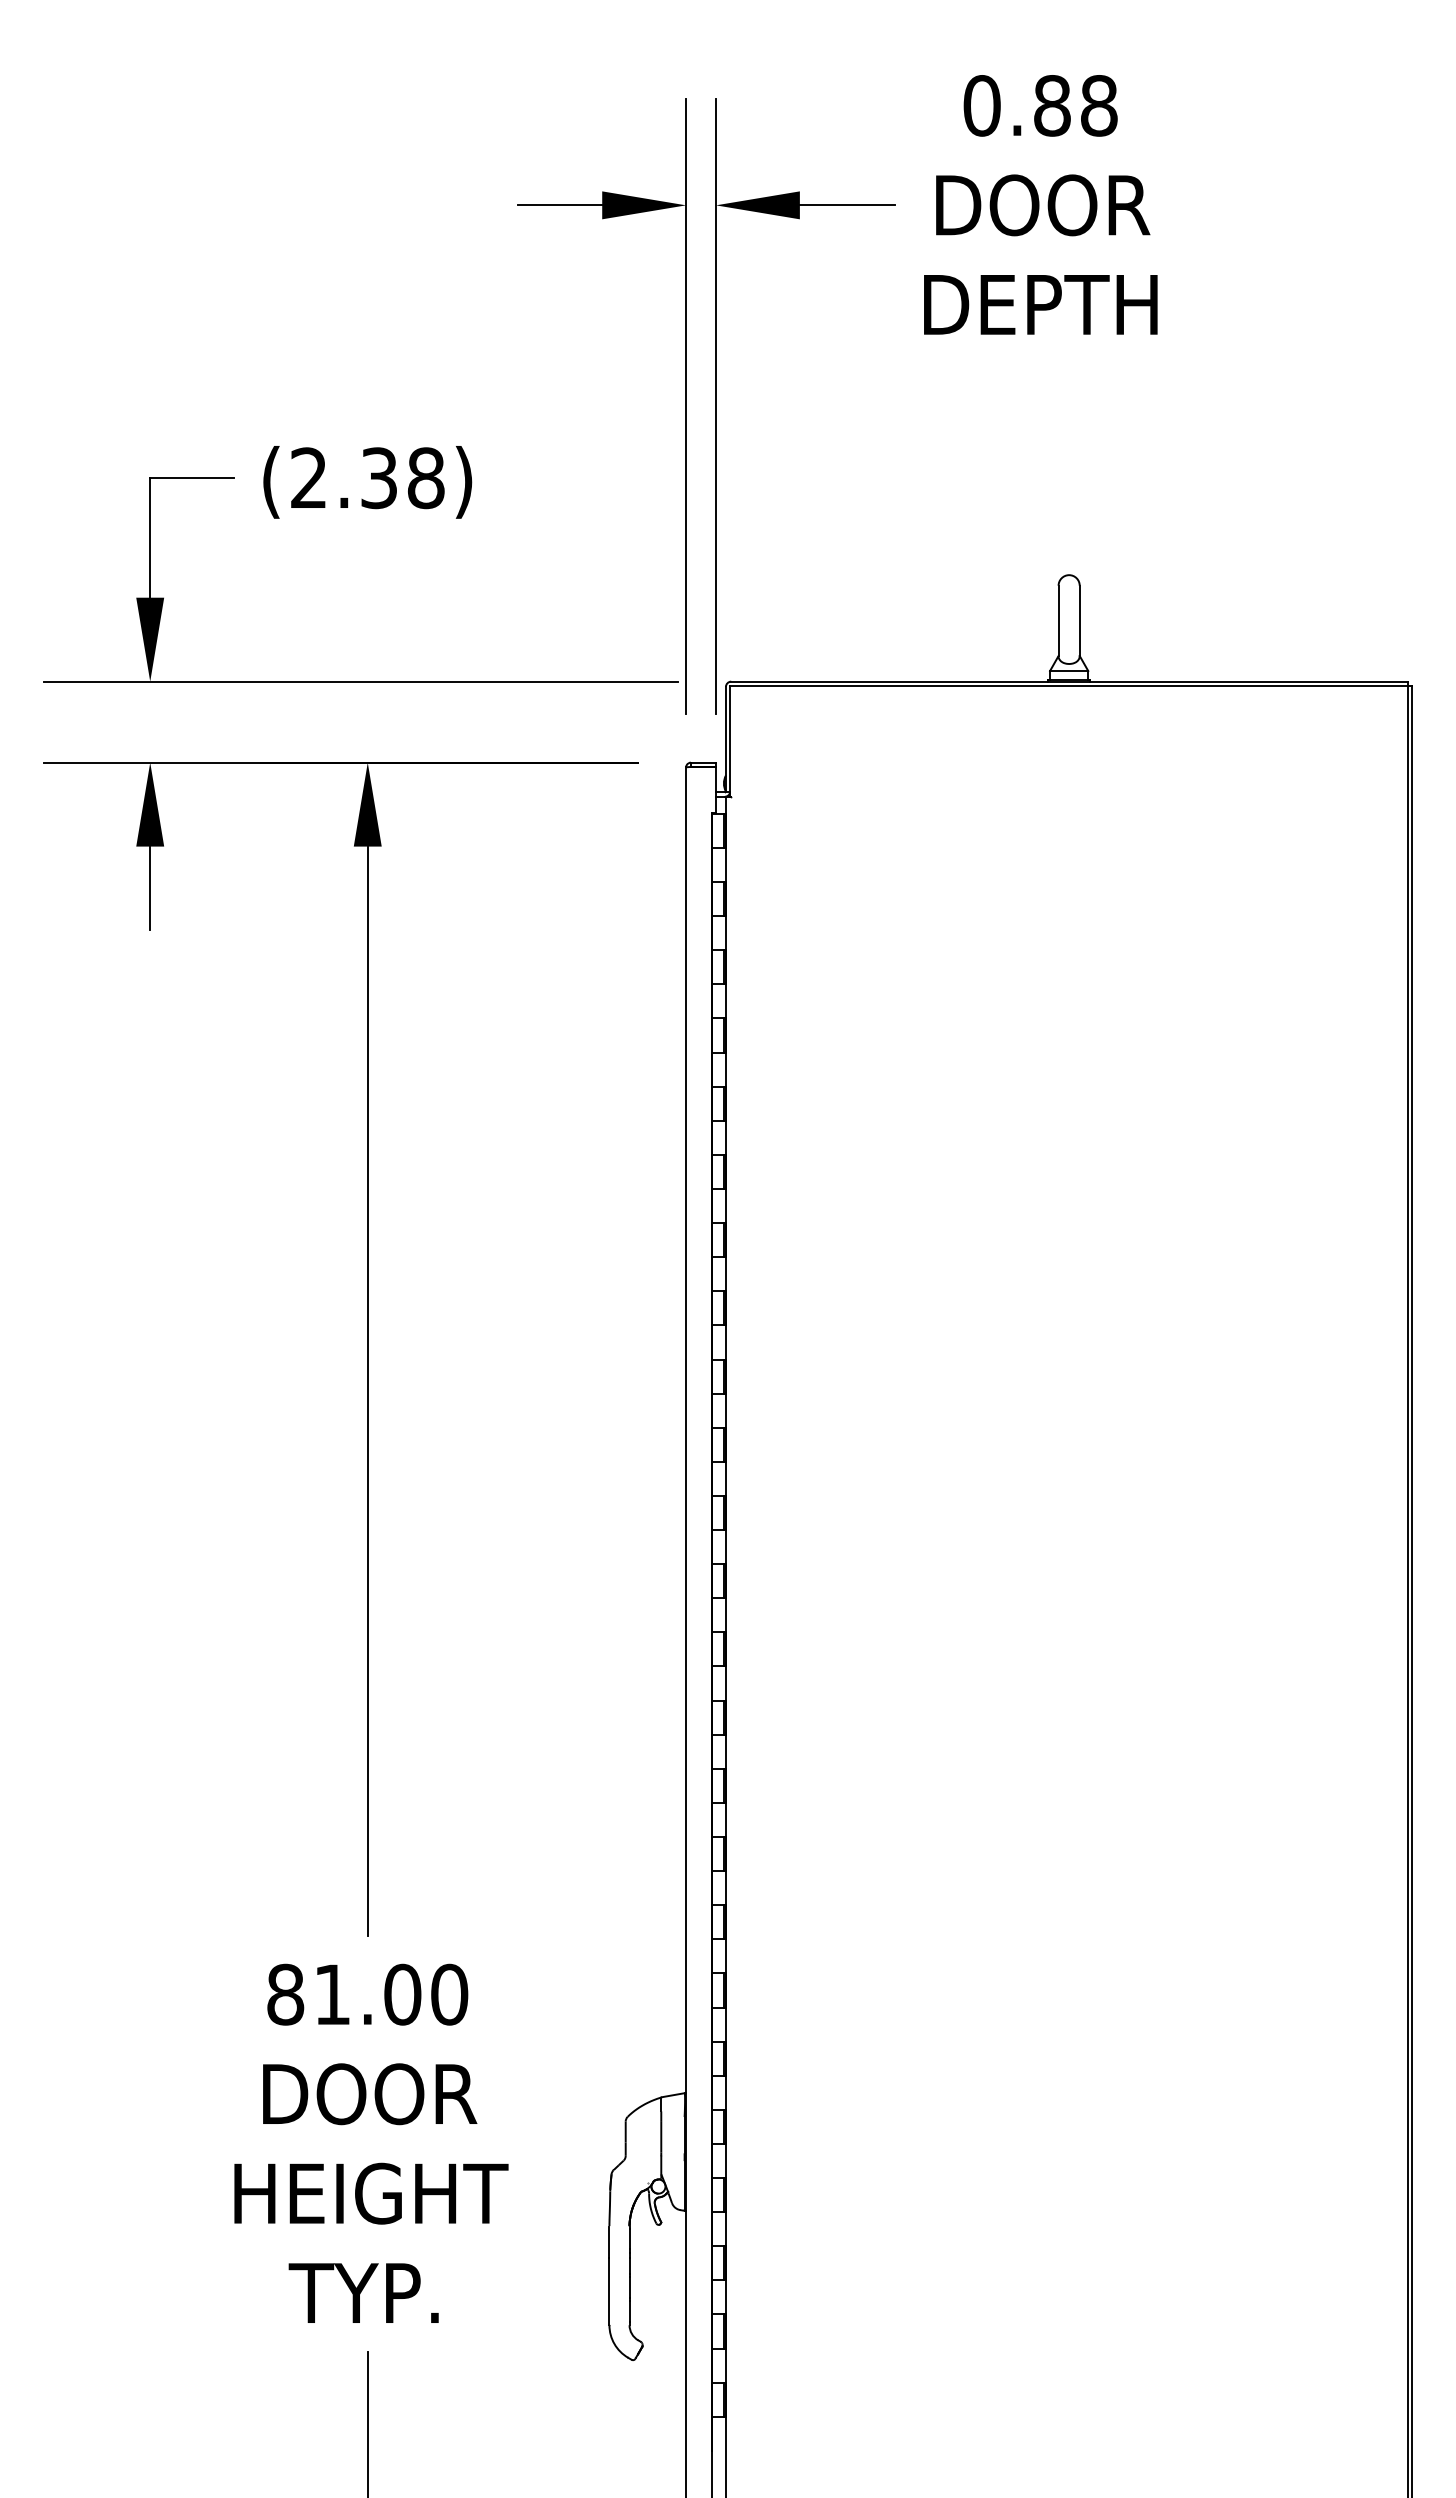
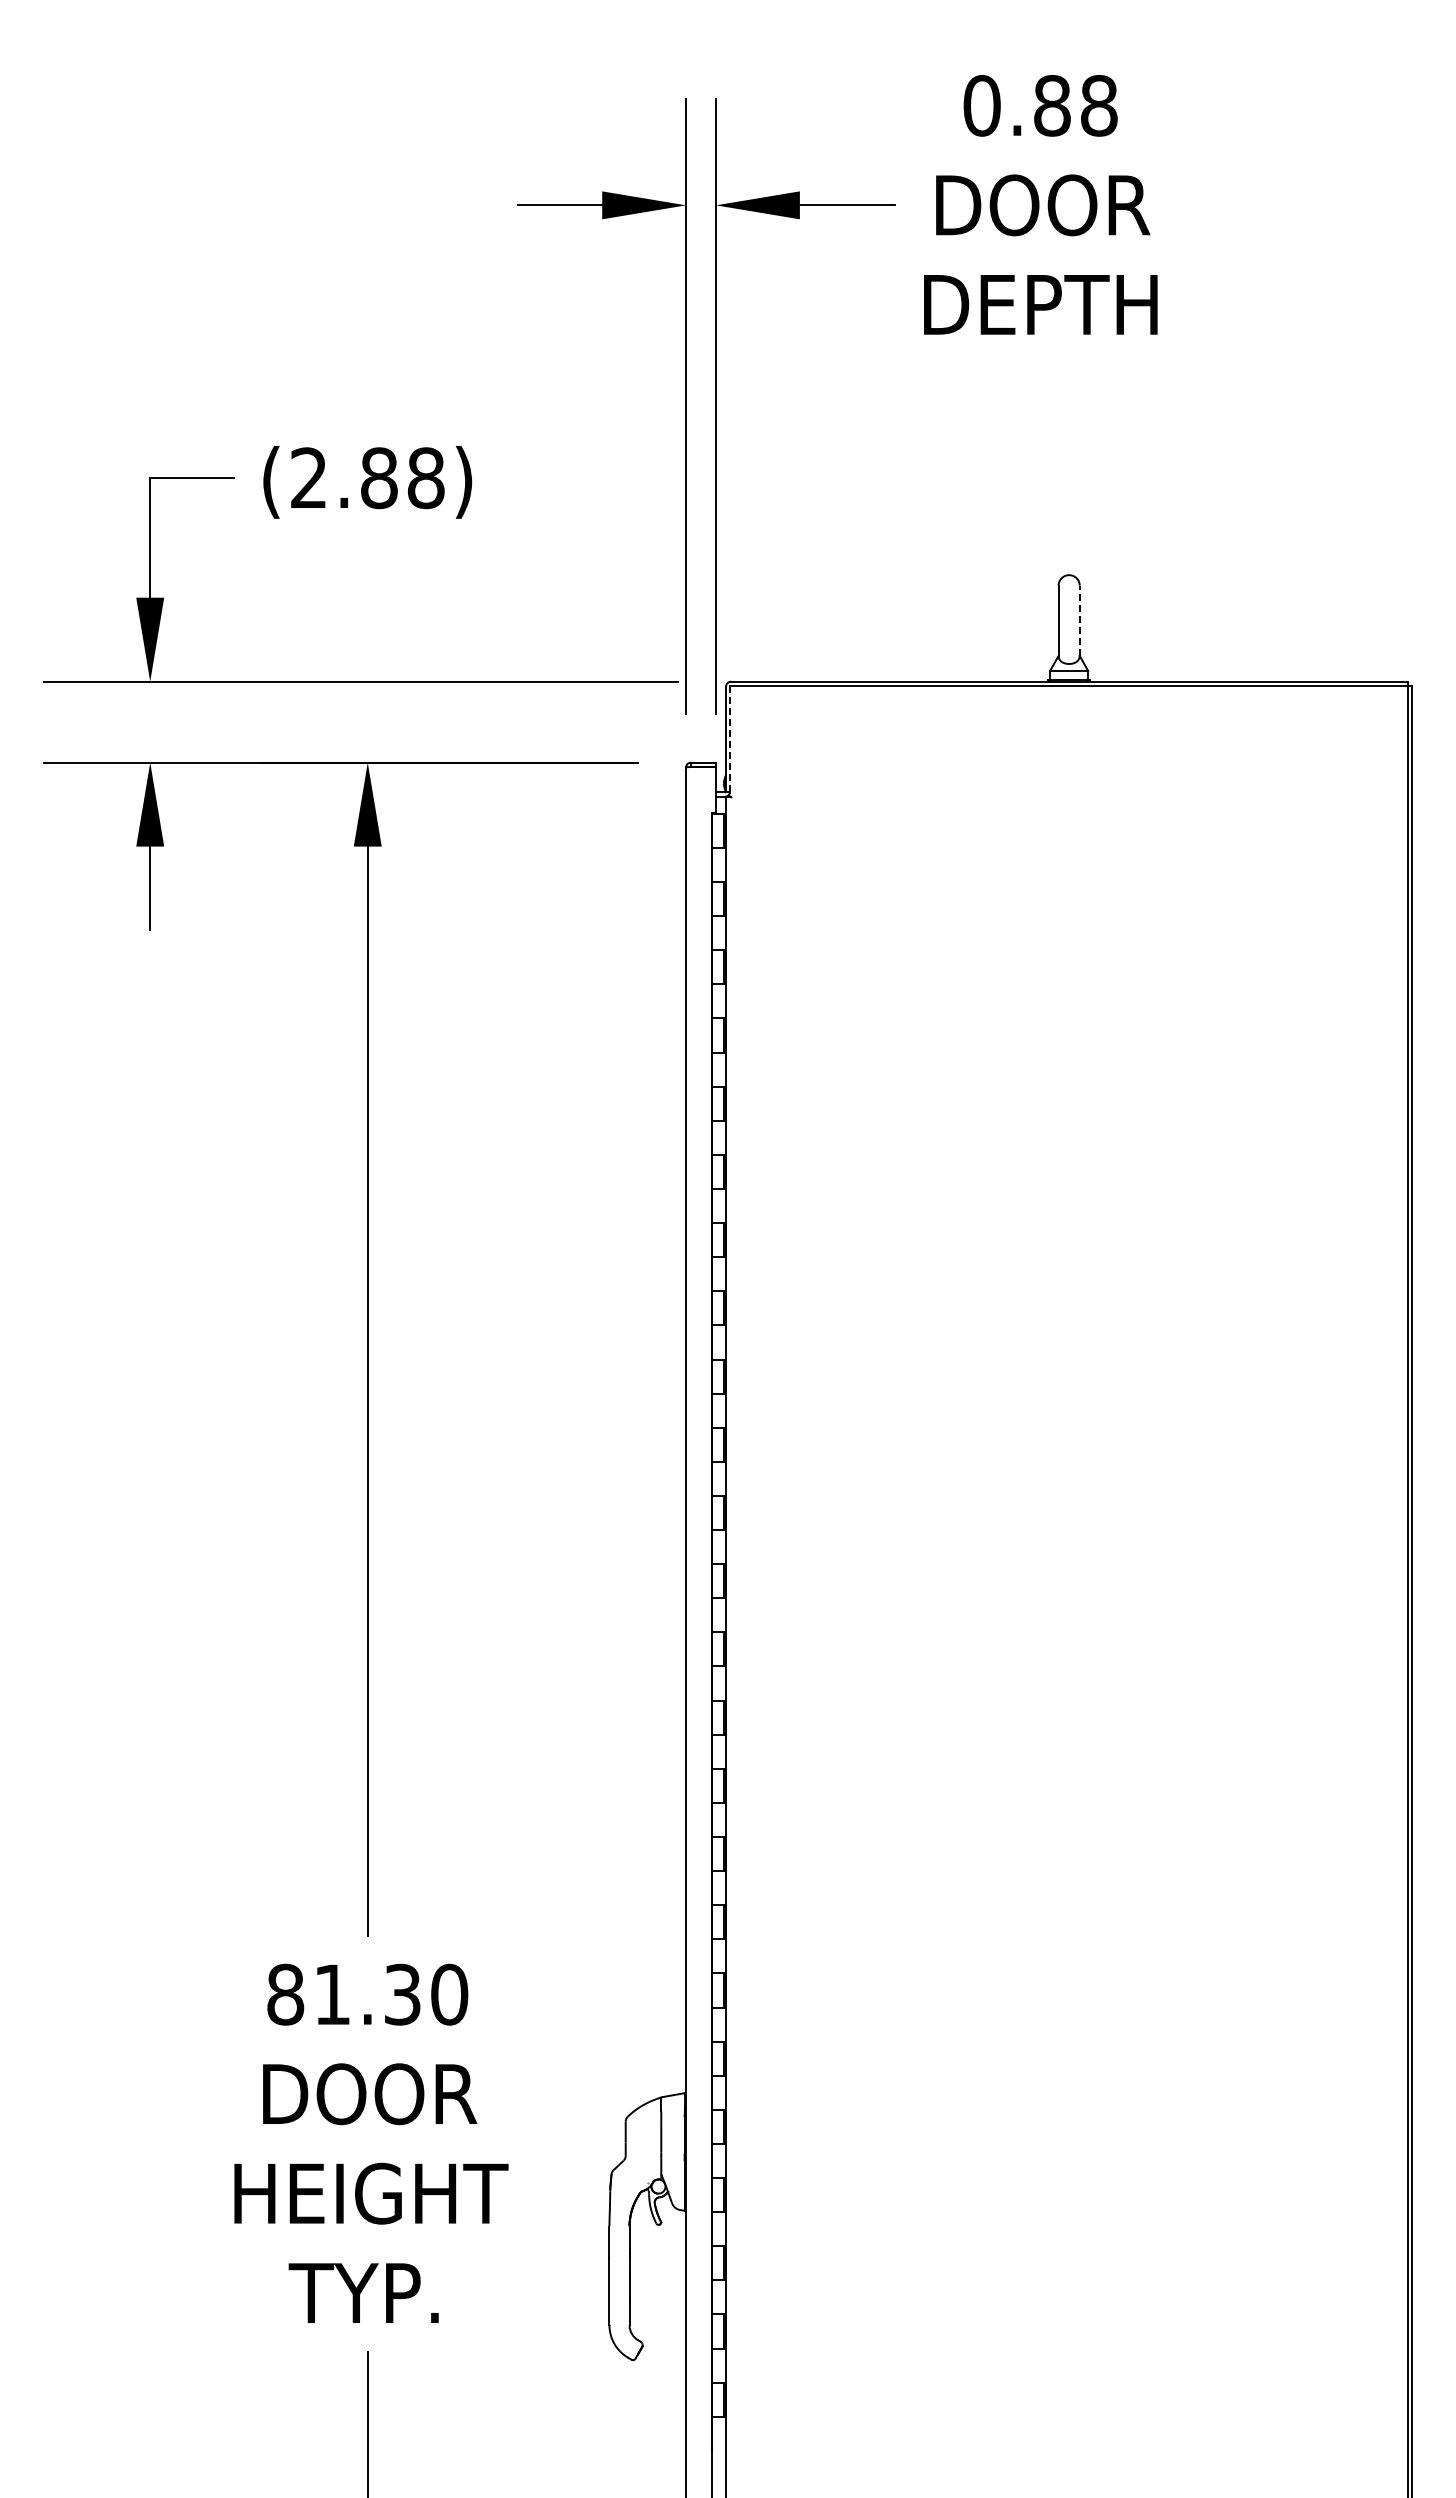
text at (379, 478): (2.38) -> (2.88)
line at (1079, 620): solid -> dashed
line at (730, 741): solid -> dashed
text at (402, 1994): 81.00 -> 81.30
